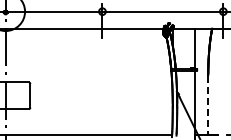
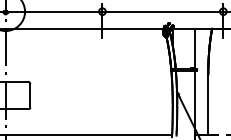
line at (208, 105): dashed -> solid
